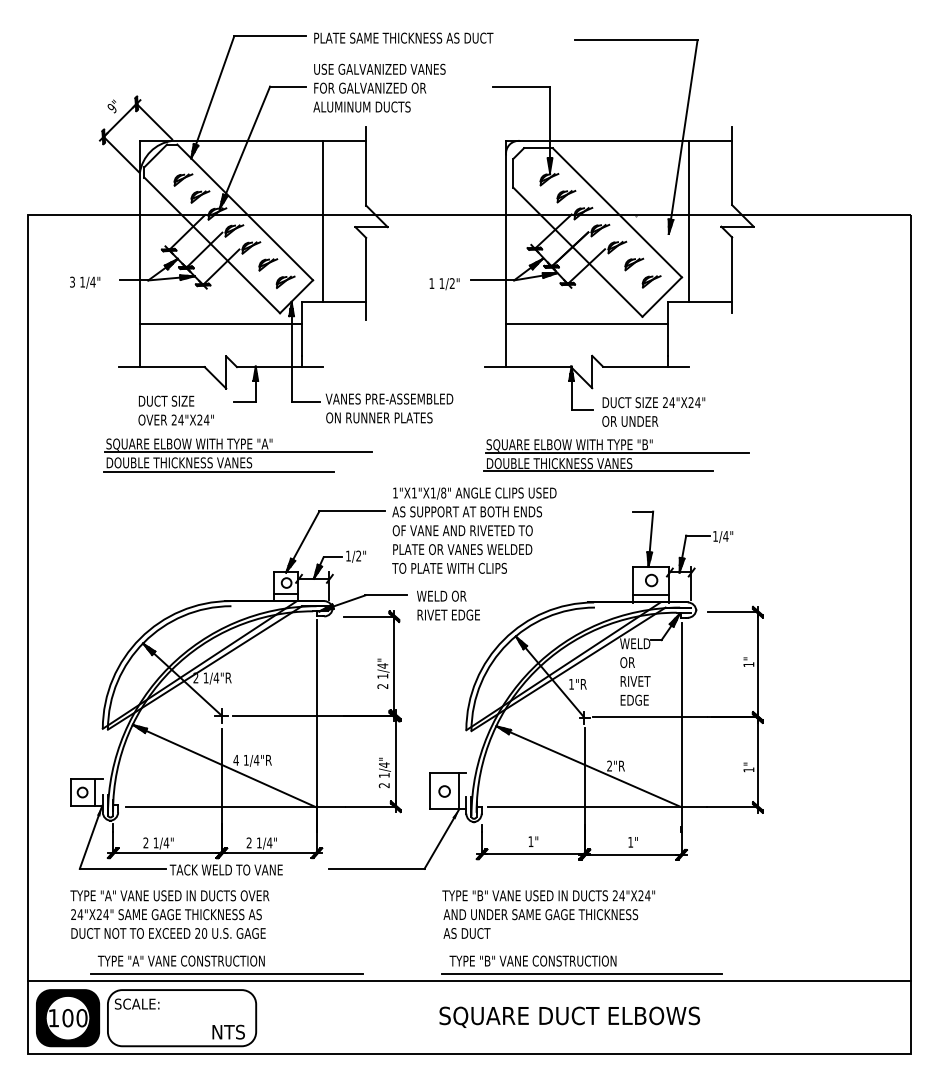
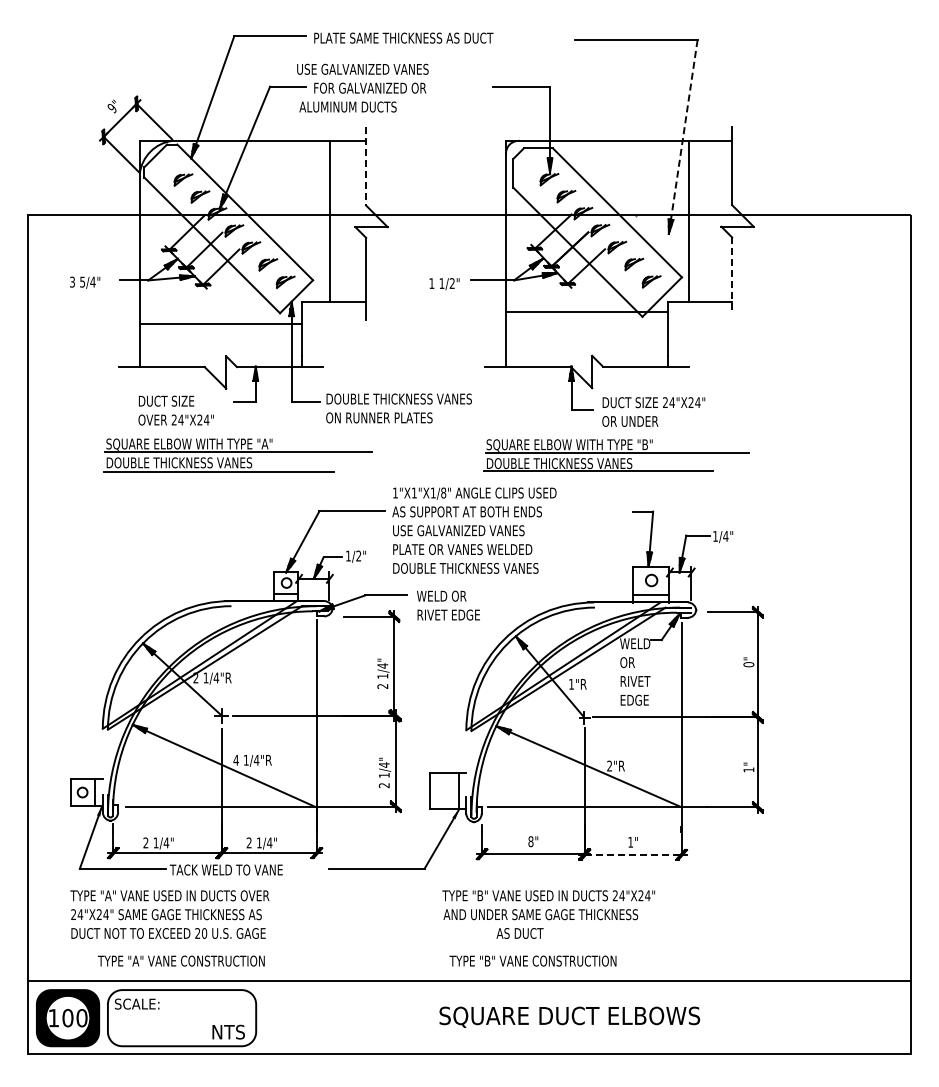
text at (379, 68) position: (379, 68) -> (362, 68)
text at (361, 106) position: (361, 106) -> (347, 106)
line at (683, 137): solid -> dashed
line at (366, 166): solid -> dashed
line at (323, 221) position: (323, 221) -> (330, 221)
line at (732, 275): solid -> dashed
text at (82, 281): 1/4" -> 5/4"
line at (586, 323) position: (586, 323) -> (586, 311)
text at (398, 398): VANES PRE-ASSEMBLED -> DOUBLE THICKNESS VANES
text at (462, 530): OF VANE AND RIVETED TO -> USE GALVANIZED VANES
text at (465, 567): TO PLATE WITH CLIPS -> DOUBLE THICKNESS VANES
text at (748, 664): 1" -> 0"
circle at (444, 791): present -> none
text at (530, 841): 1" -> 8"
line at (633, 854): solid -> dashed
text at (466, 933) position: (466, 933) -> (519, 933)
line at (226, 973): present -> none
line at (582, 973): present -> none
